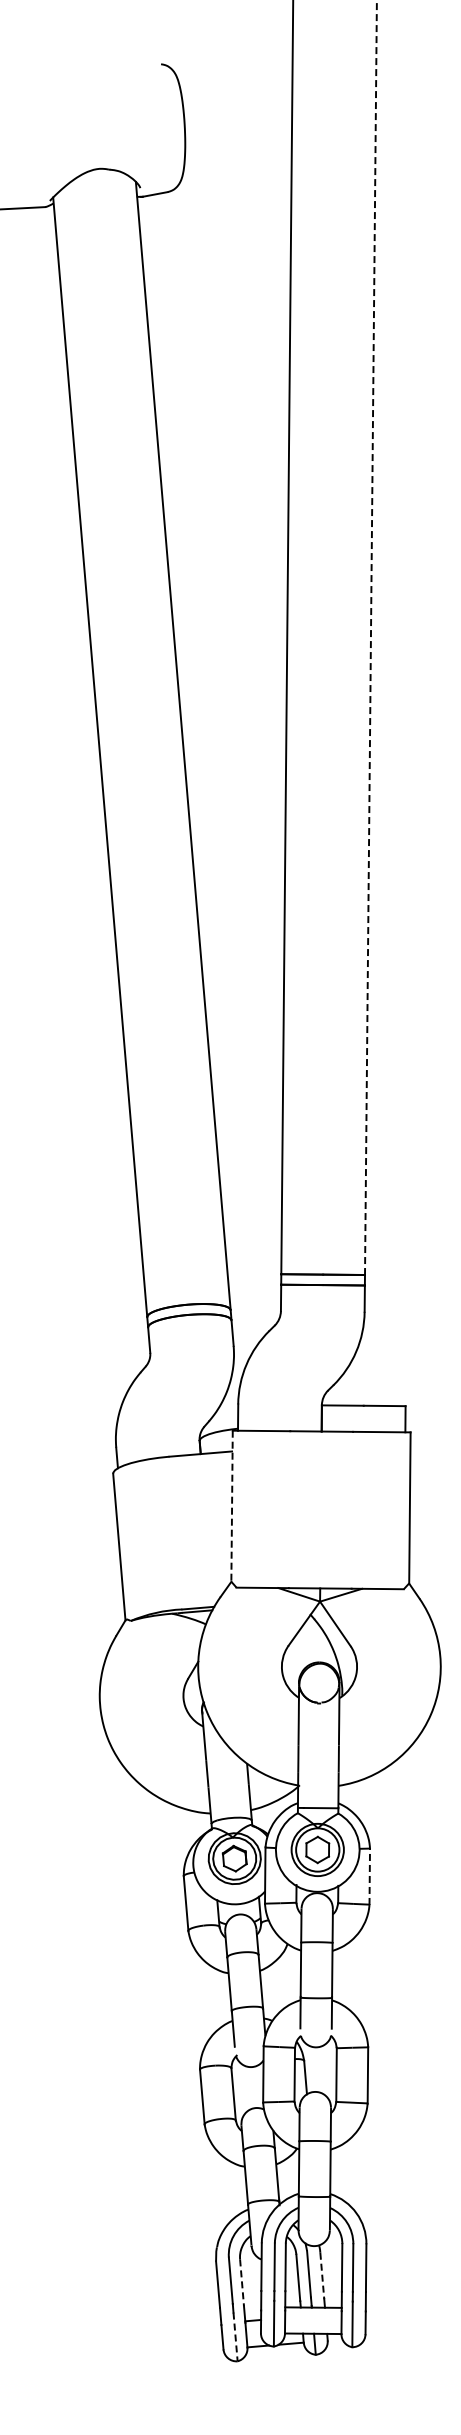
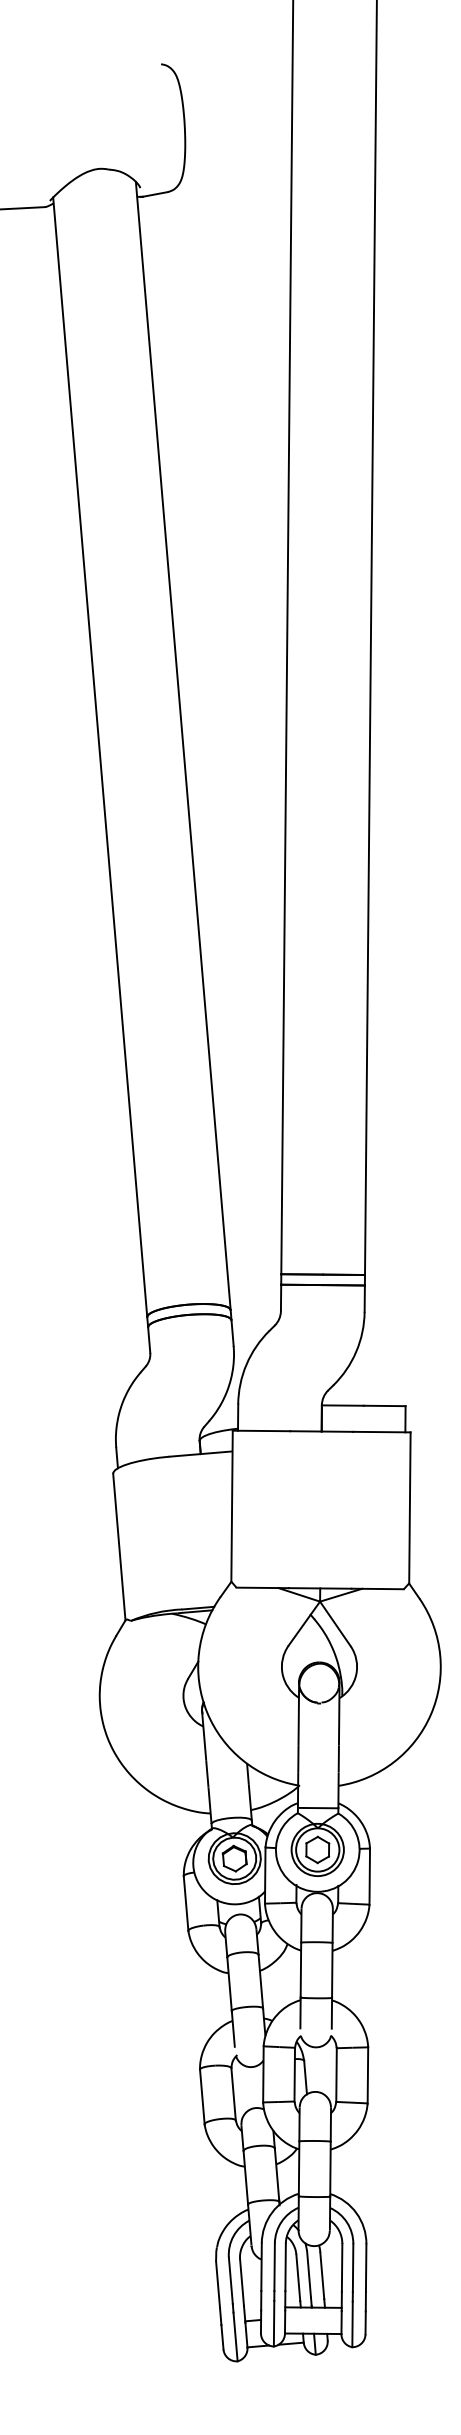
line at (370, 637): dashed -> solid
line at (232, 1506): dashed -> solid
line at (369, 1876): dashed -> solid
line at (322, 2276): dashed -> solid
line at (242, 2283): dashed -> solid
line at (235, 2337): dashed -> solid
